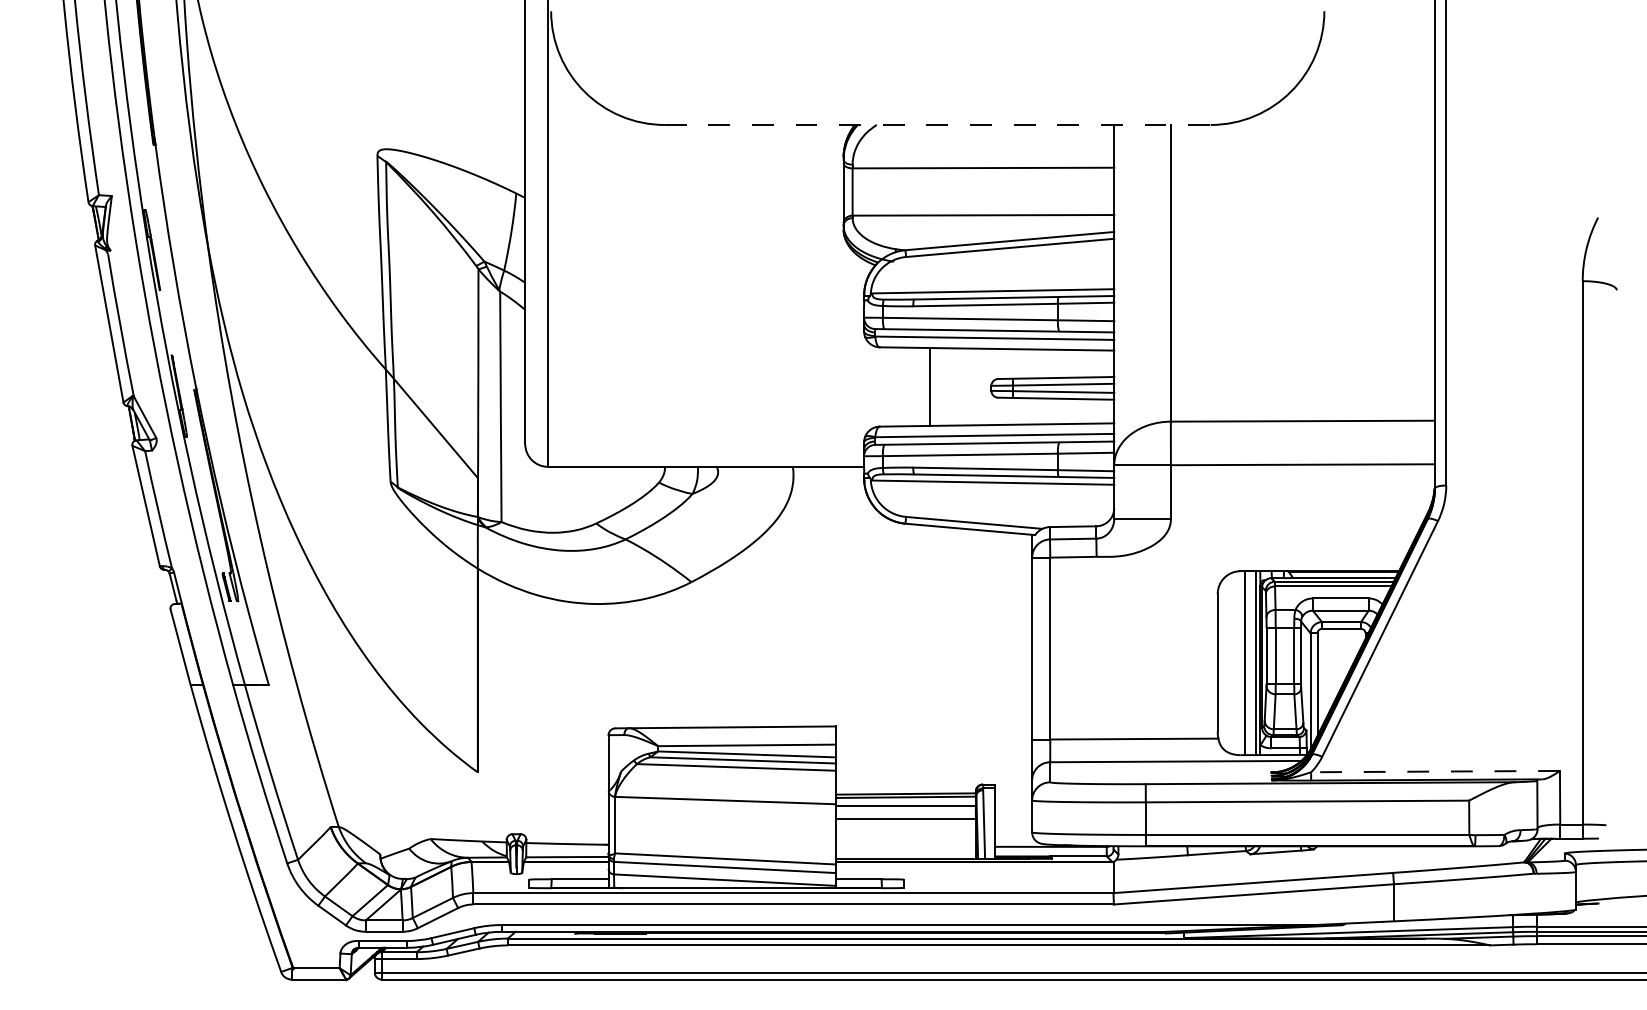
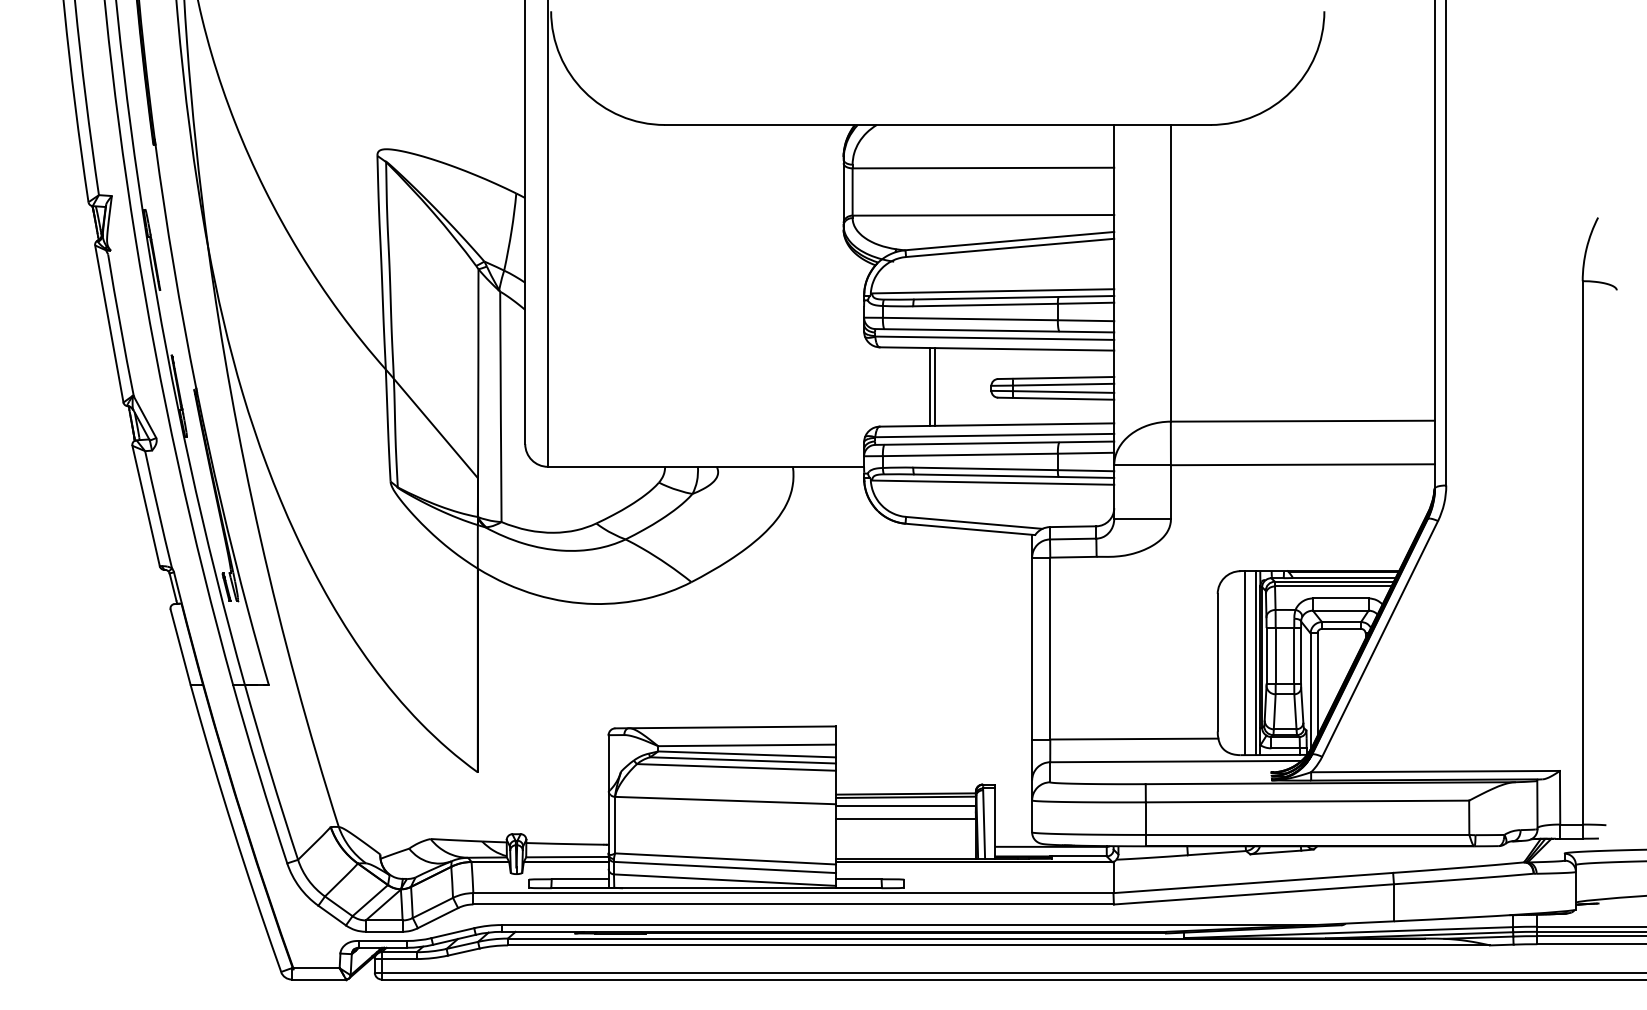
line at (937, 124): dashed -> solid
line at (934, 386): none -> present
line at (1435, 771): dashed -> solid
